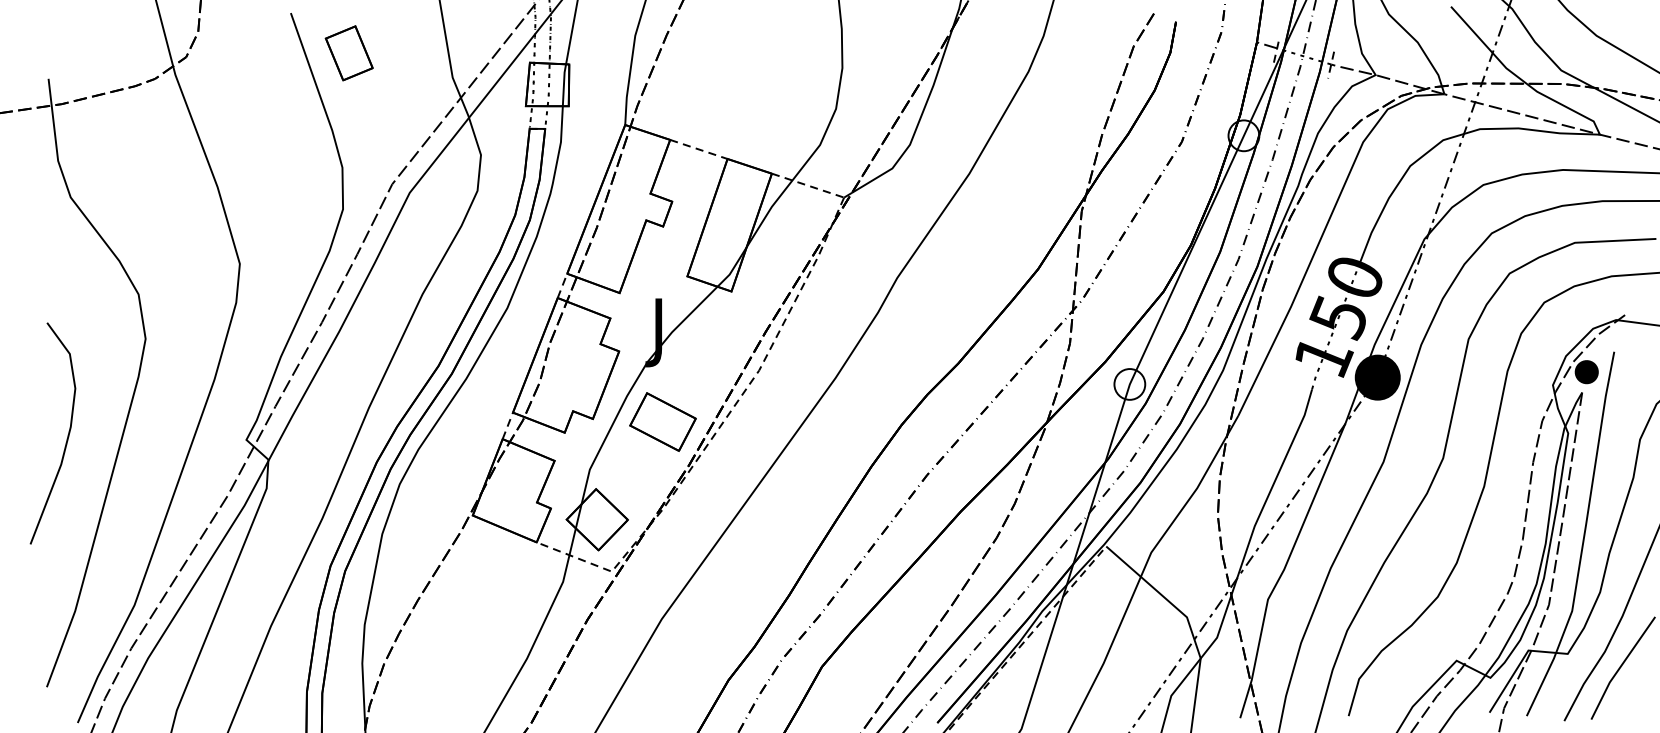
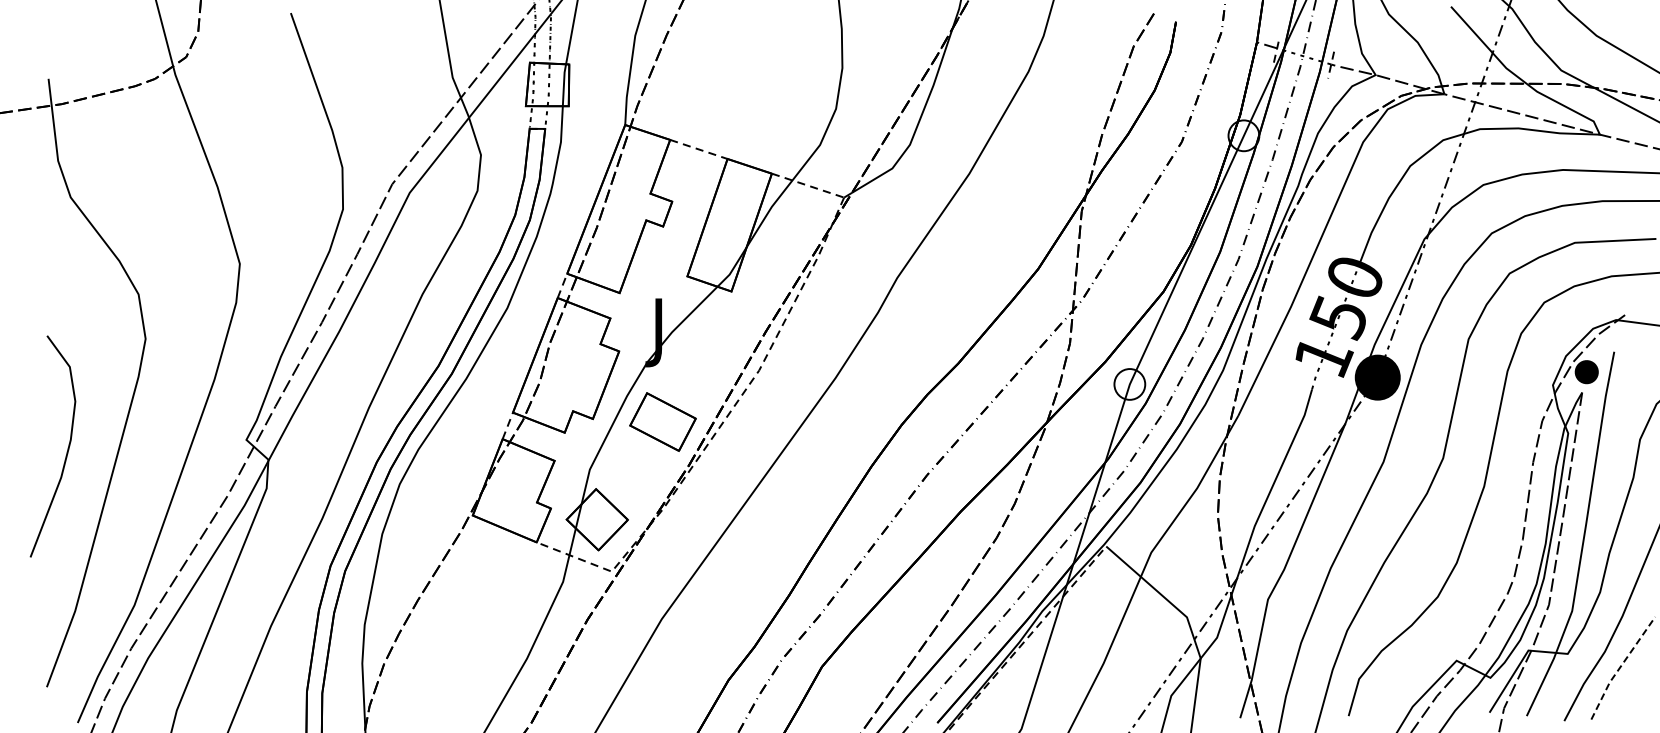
part at (348, 53): present -> none
curve at (67, 435) position: (67, 435) -> (67, 448)
line at (1620, 666): solid -> dashed
